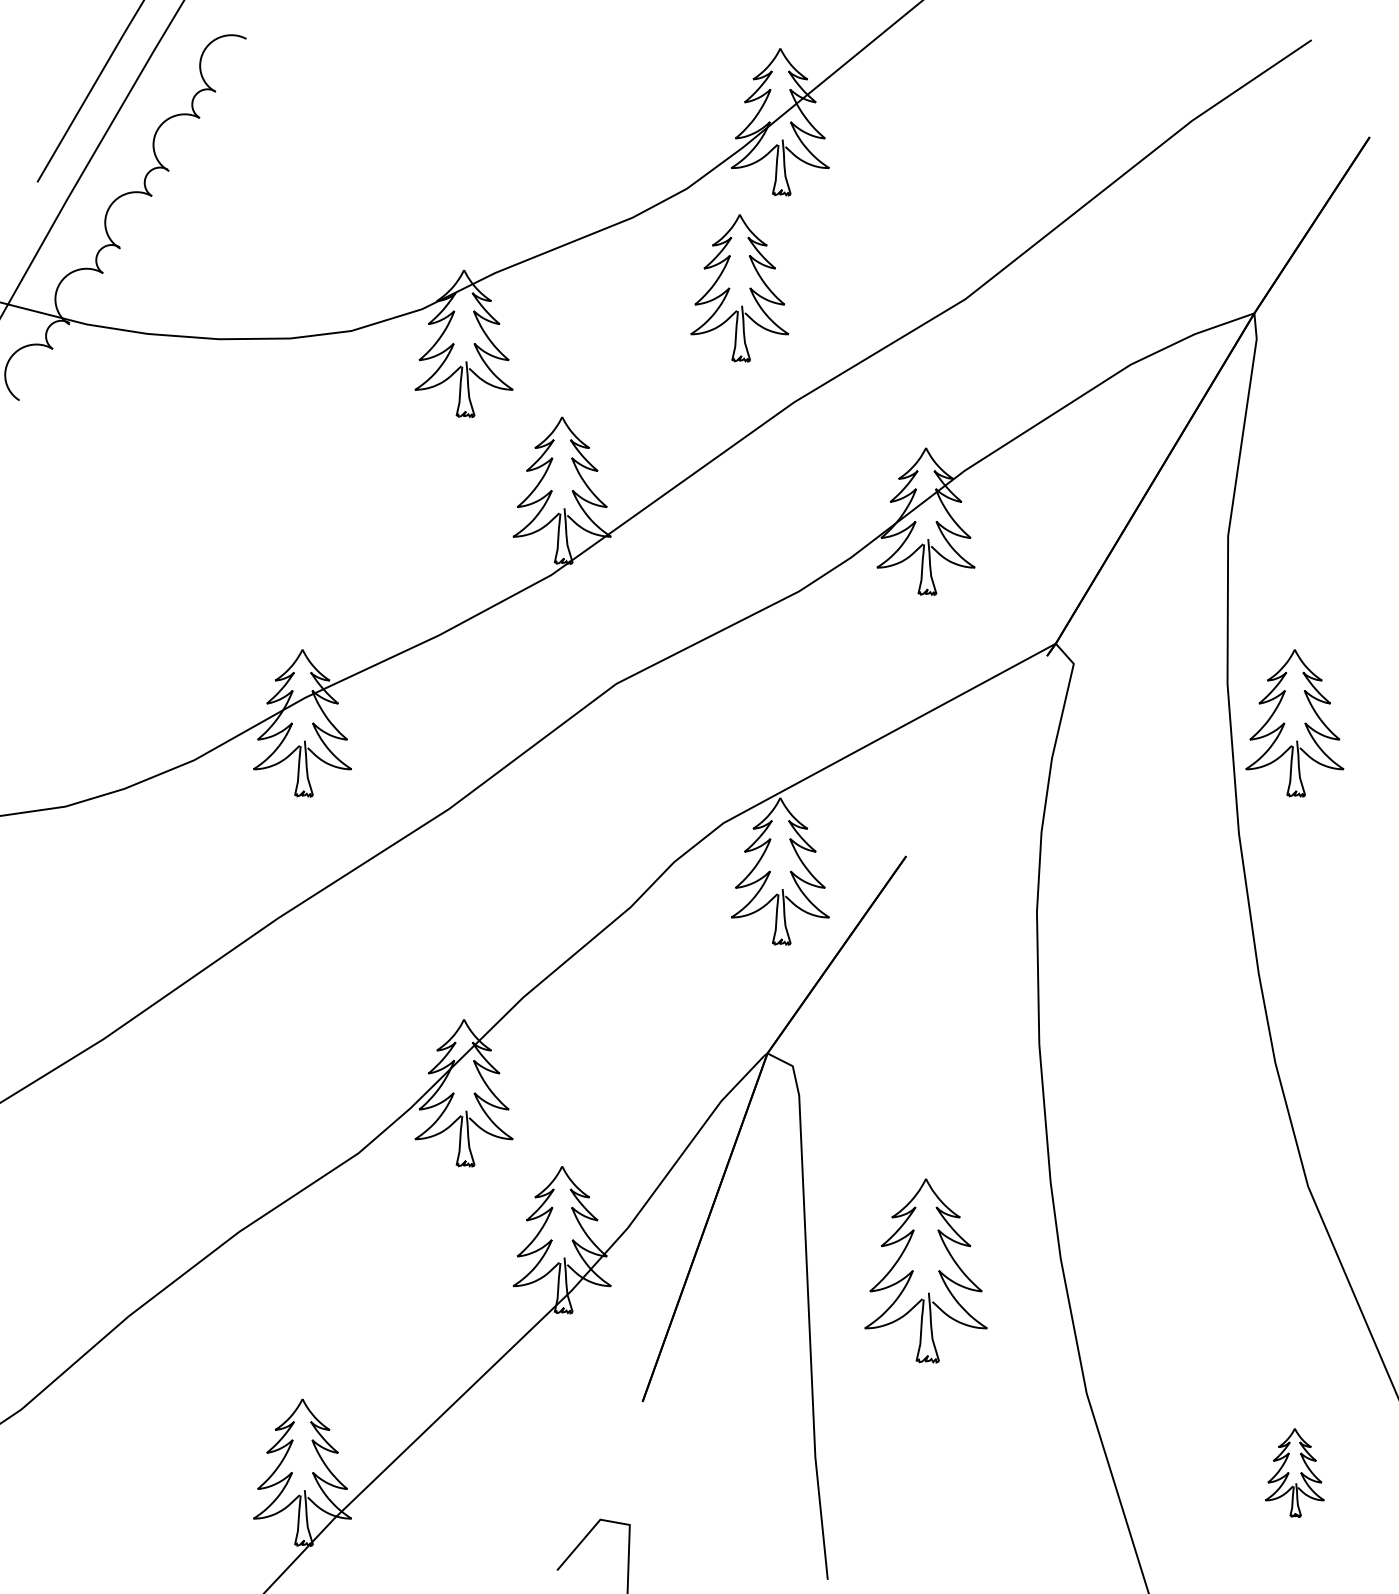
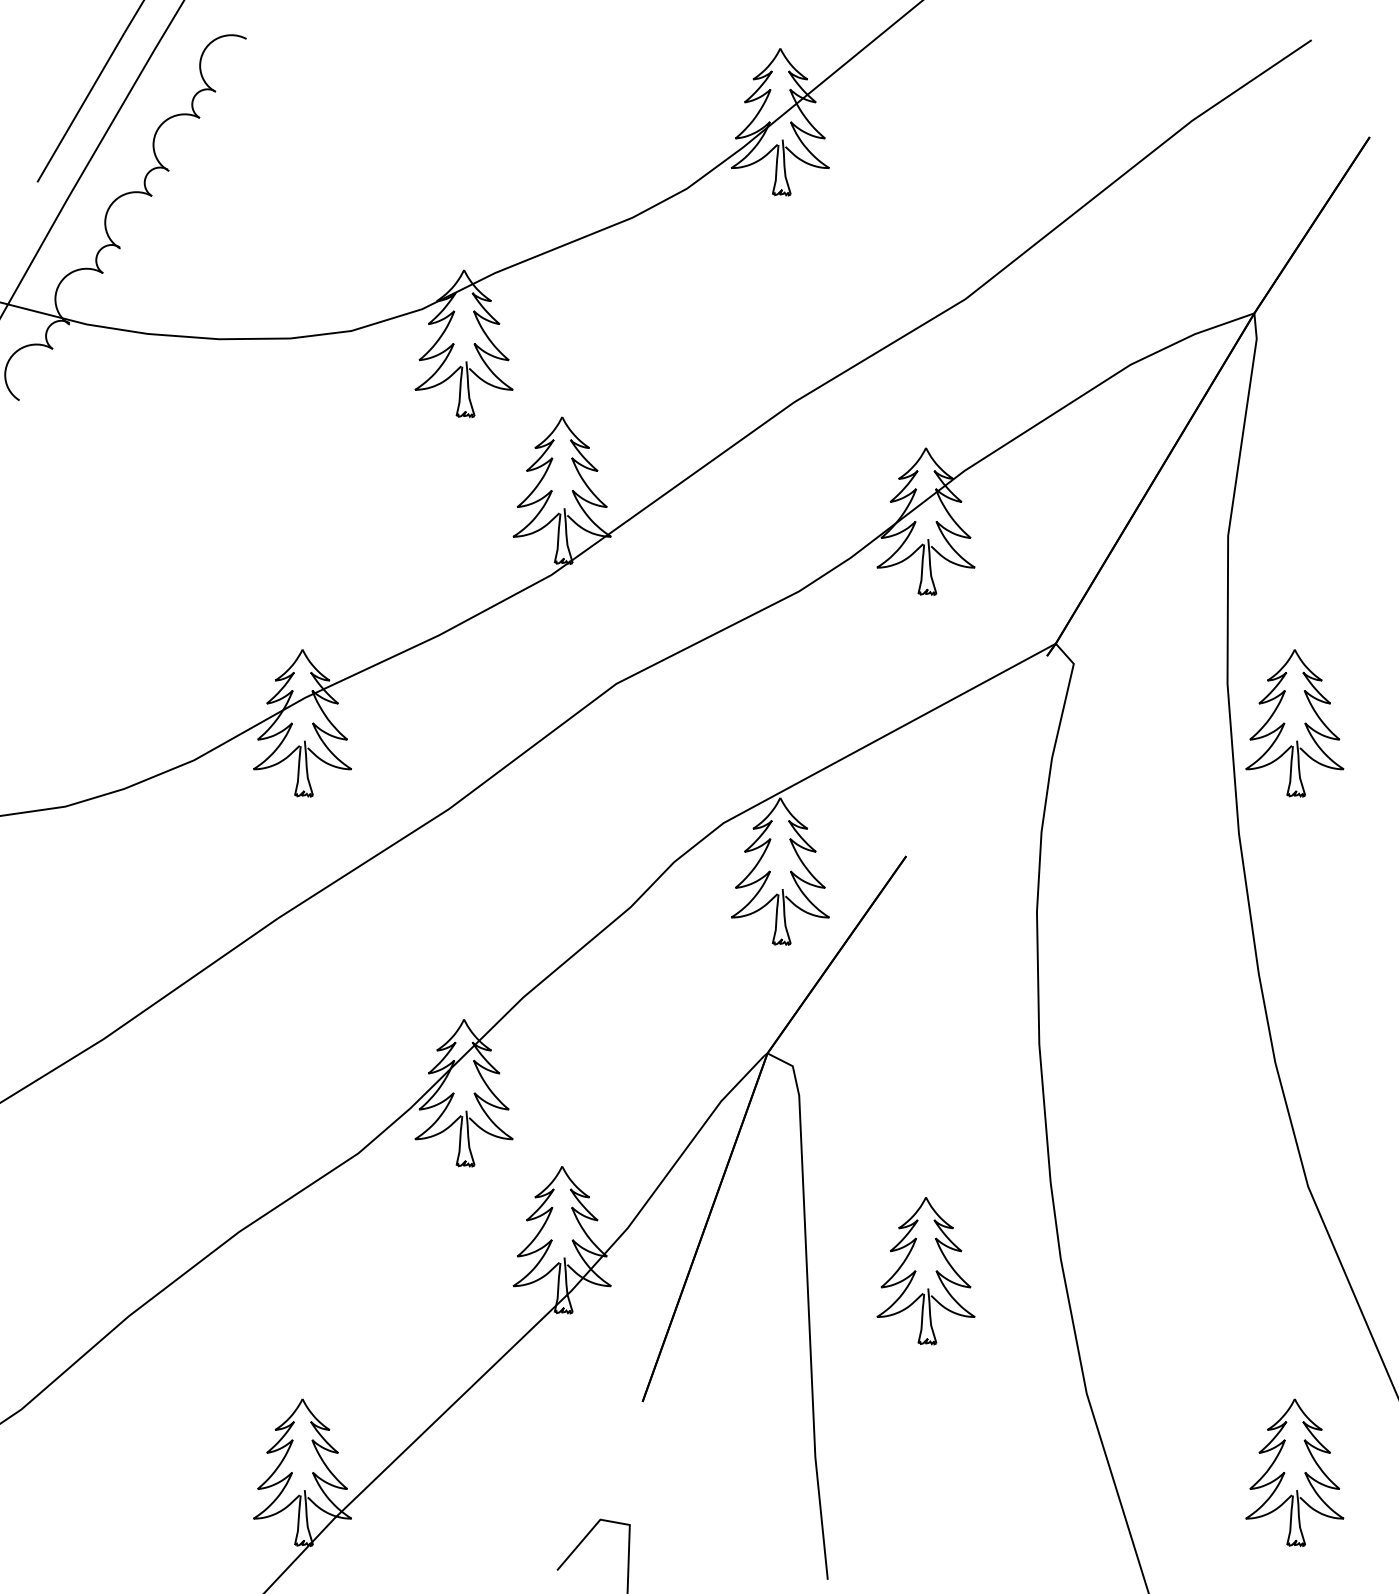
part at (739, 288): present -> none
part at (925, 1270) size: 124x186 px -> 100x149 px
part at (1294, 1472) size: 60x90 px -> 100x150 px
